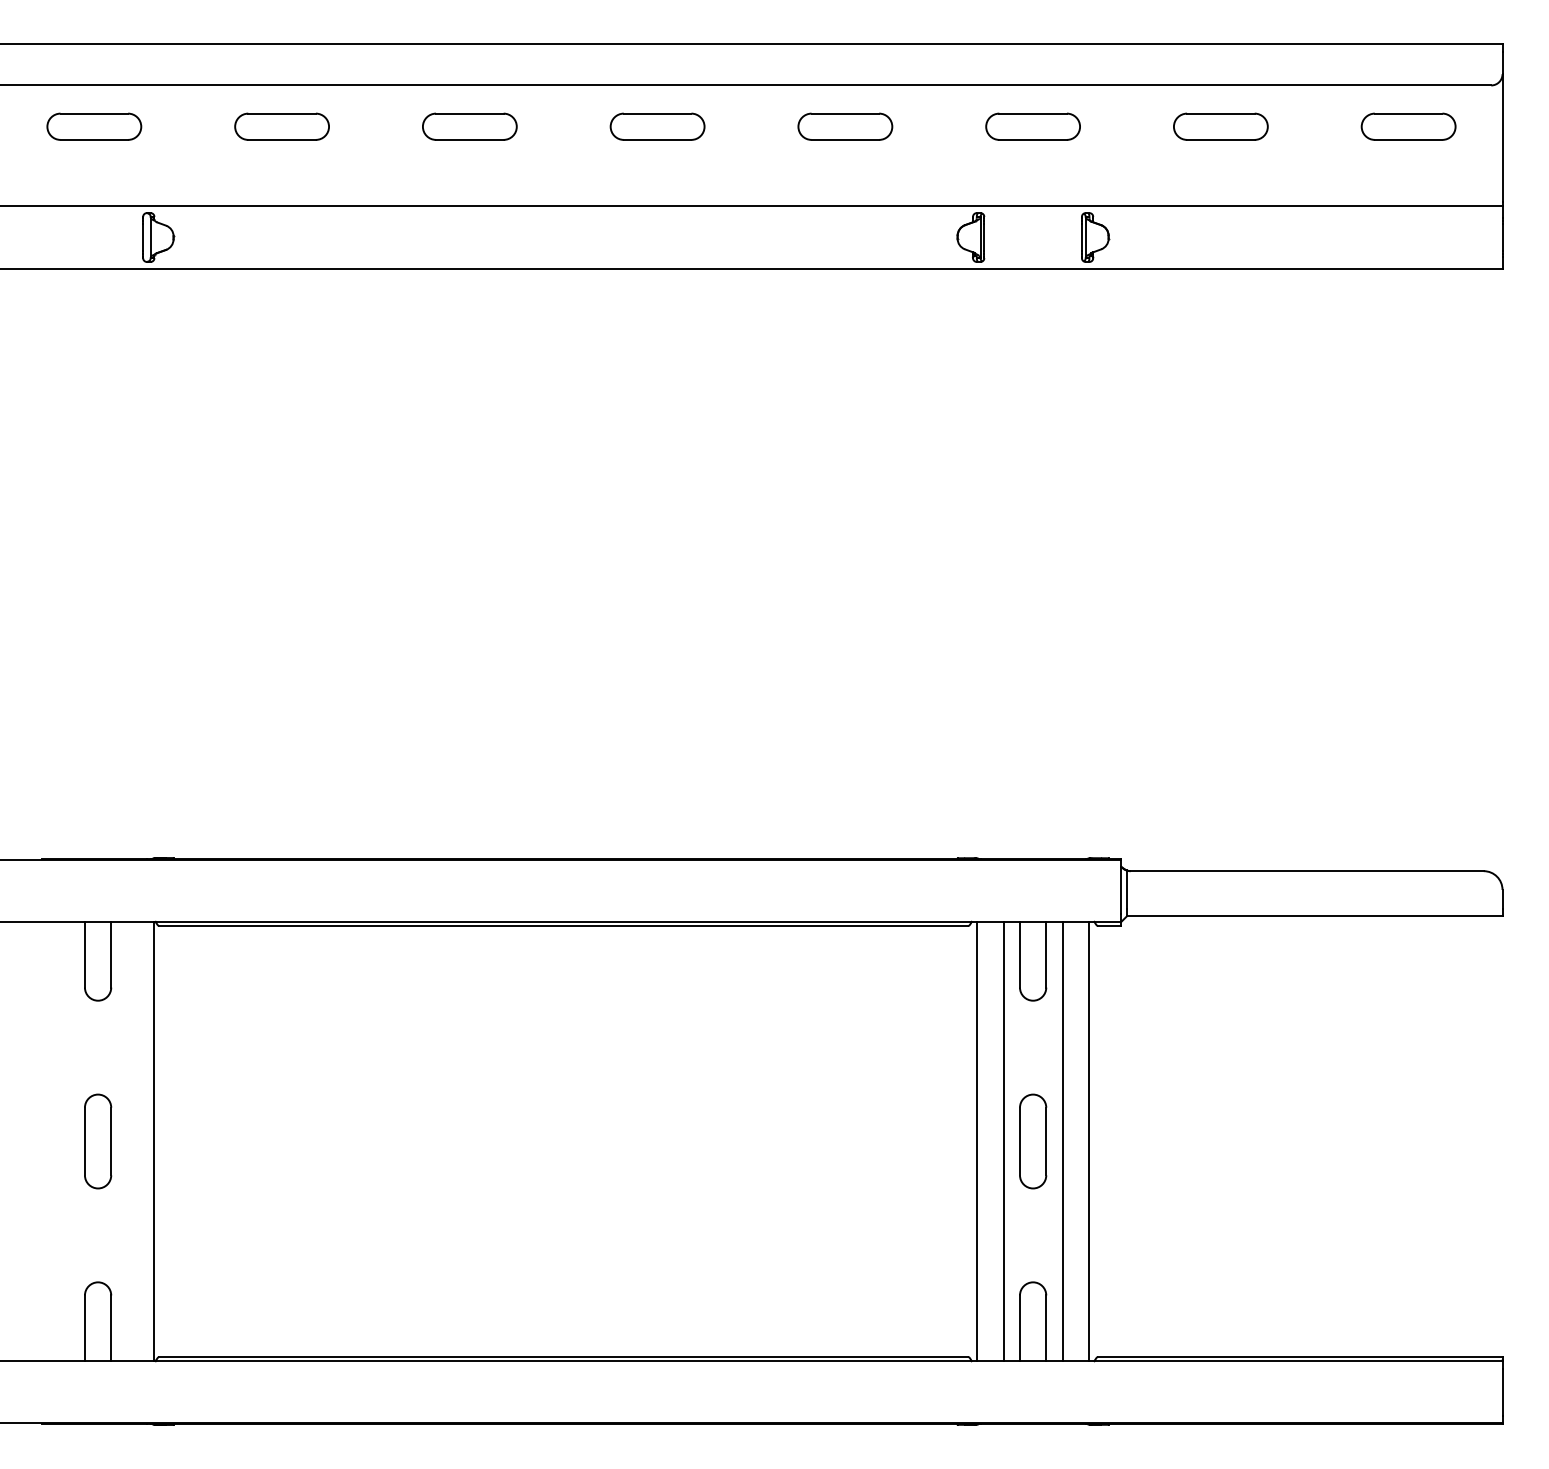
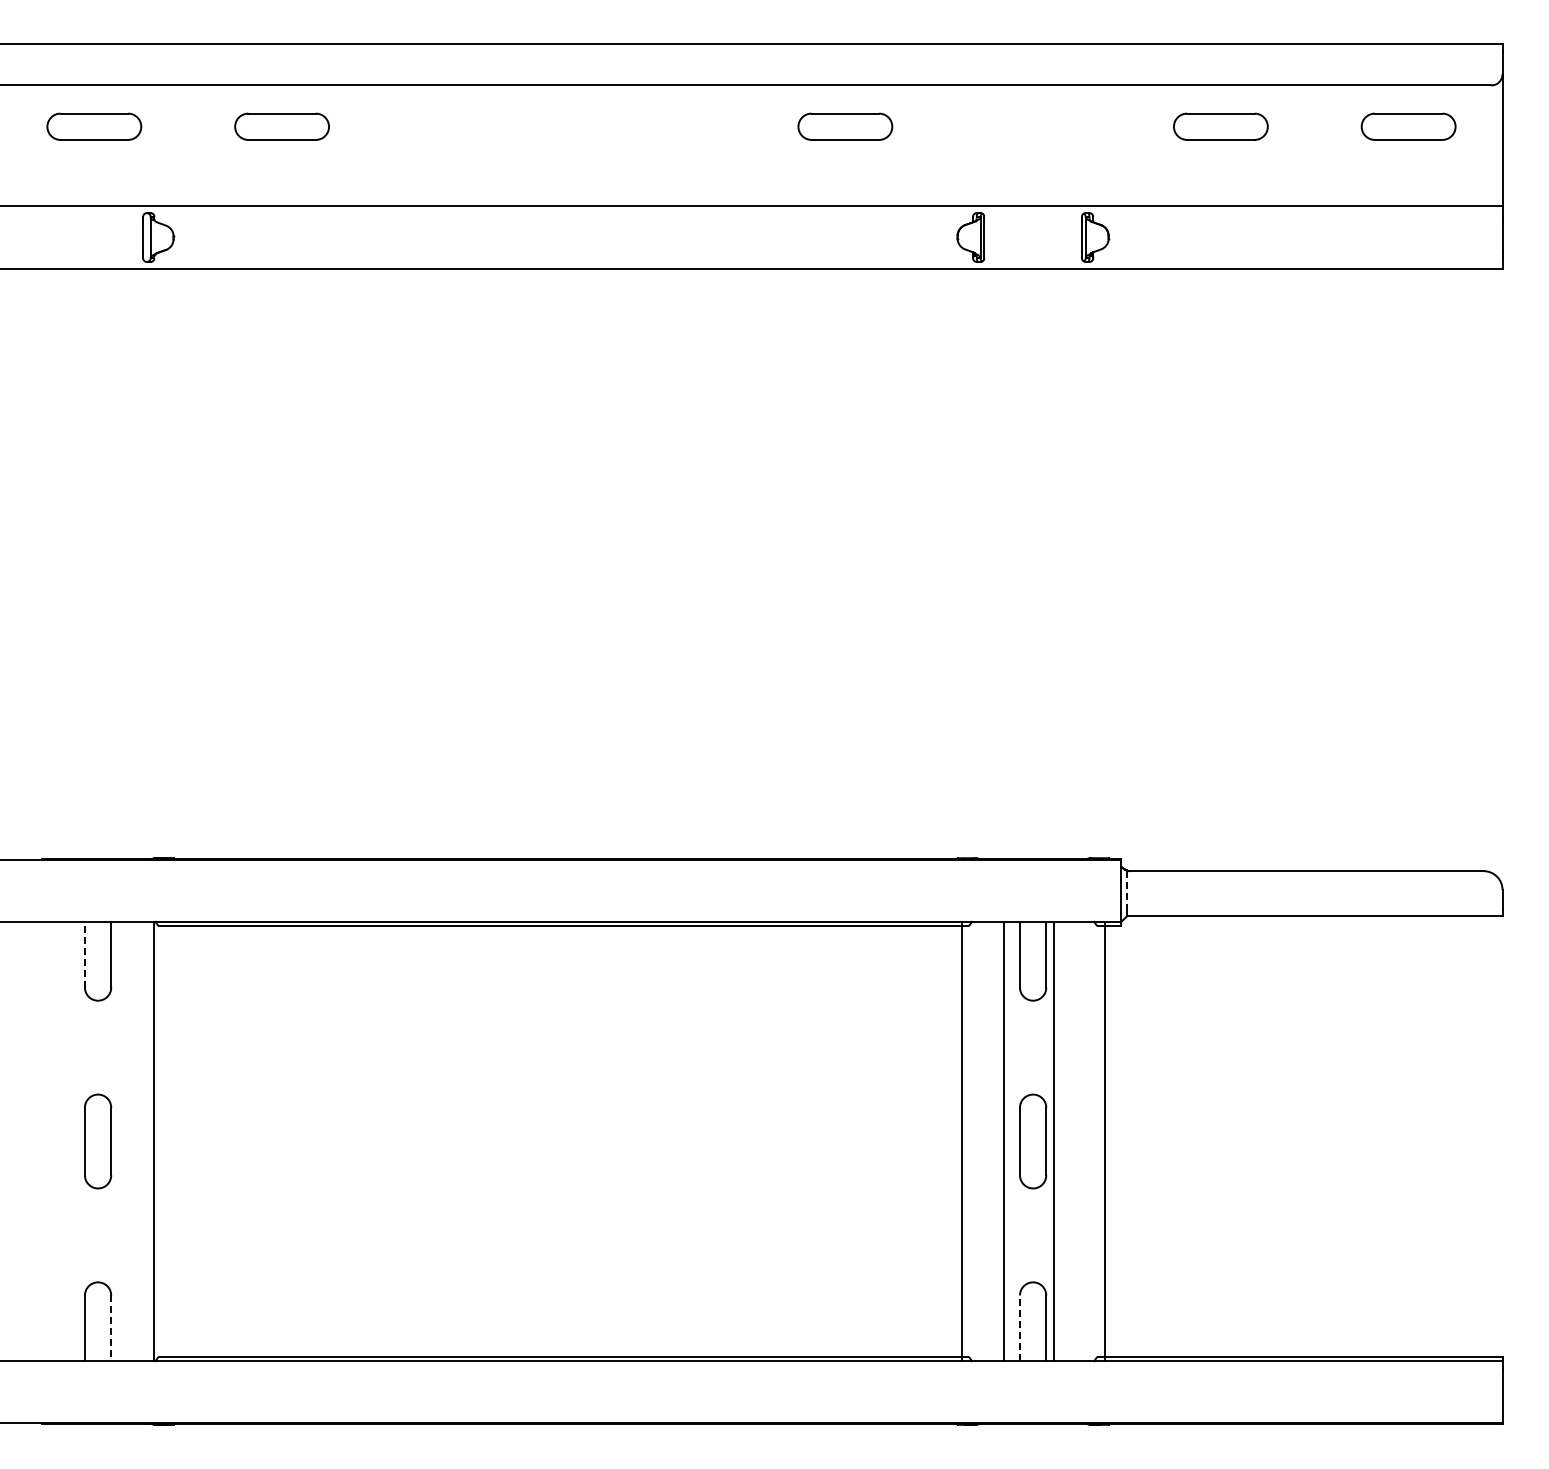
part at (469, 126): present -> none
part at (657, 126): present -> none
part at (1032, 126): present -> none
line at (1127, 890): solid -> dashed
line at (84, 954): solid -> dashed
line at (976, 1141) position: (976, 1141) -> (961, 1141)
line at (1062, 1141) position: (1062, 1141) -> (1053, 1141)
line at (1089, 1141) position: (1089, 1141) -> (1105, 1141)
line at (111, 1328): solid -> dashed
line at (1019, 1328): solid -> dashed
